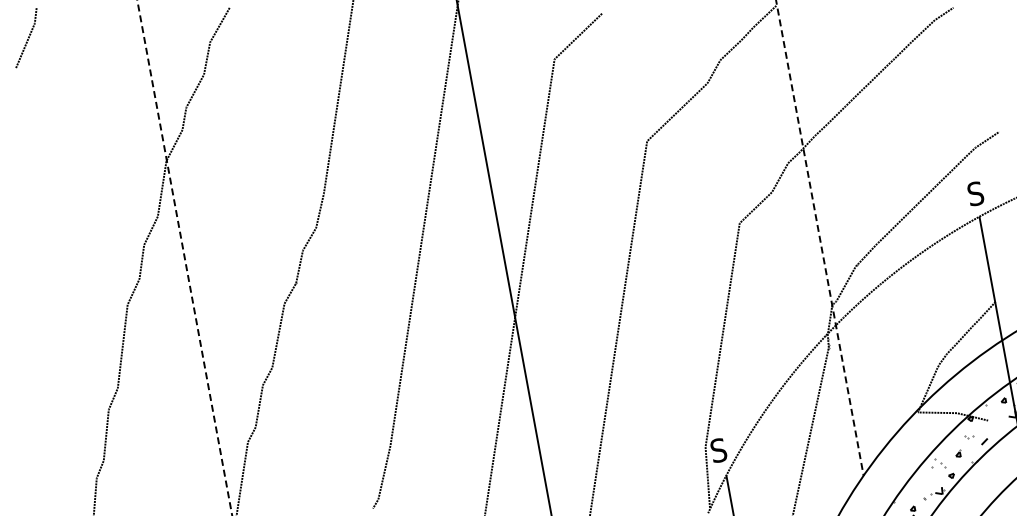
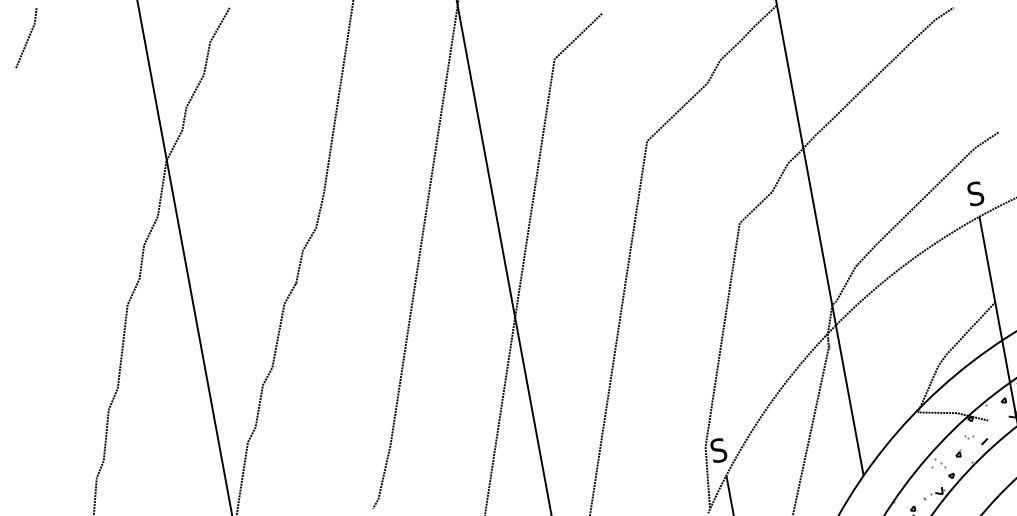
line at (819, 238): dashed -> solid
line at (184, 257): dashed -> solid
